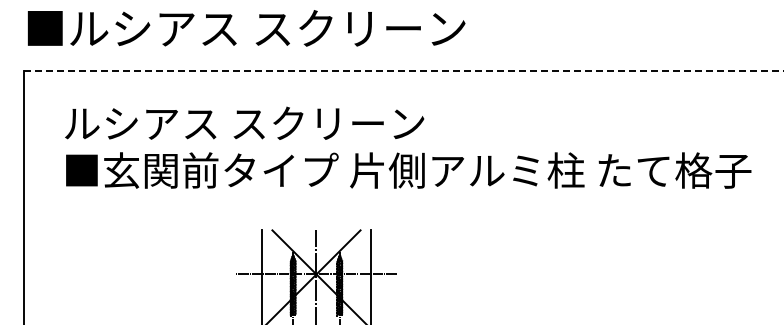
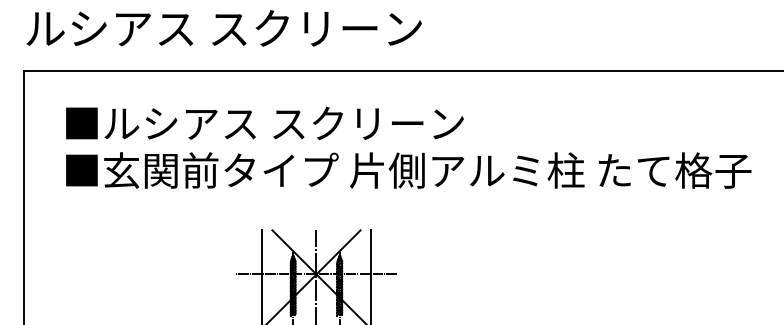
text at (245, 28): ■ルシアス スクリーン -> ルシアス スクリーン
line at (403, 71): dashed -> solid
text at (264, 122): ルシアス スクリーン -> ■ルシアス スクリーン
